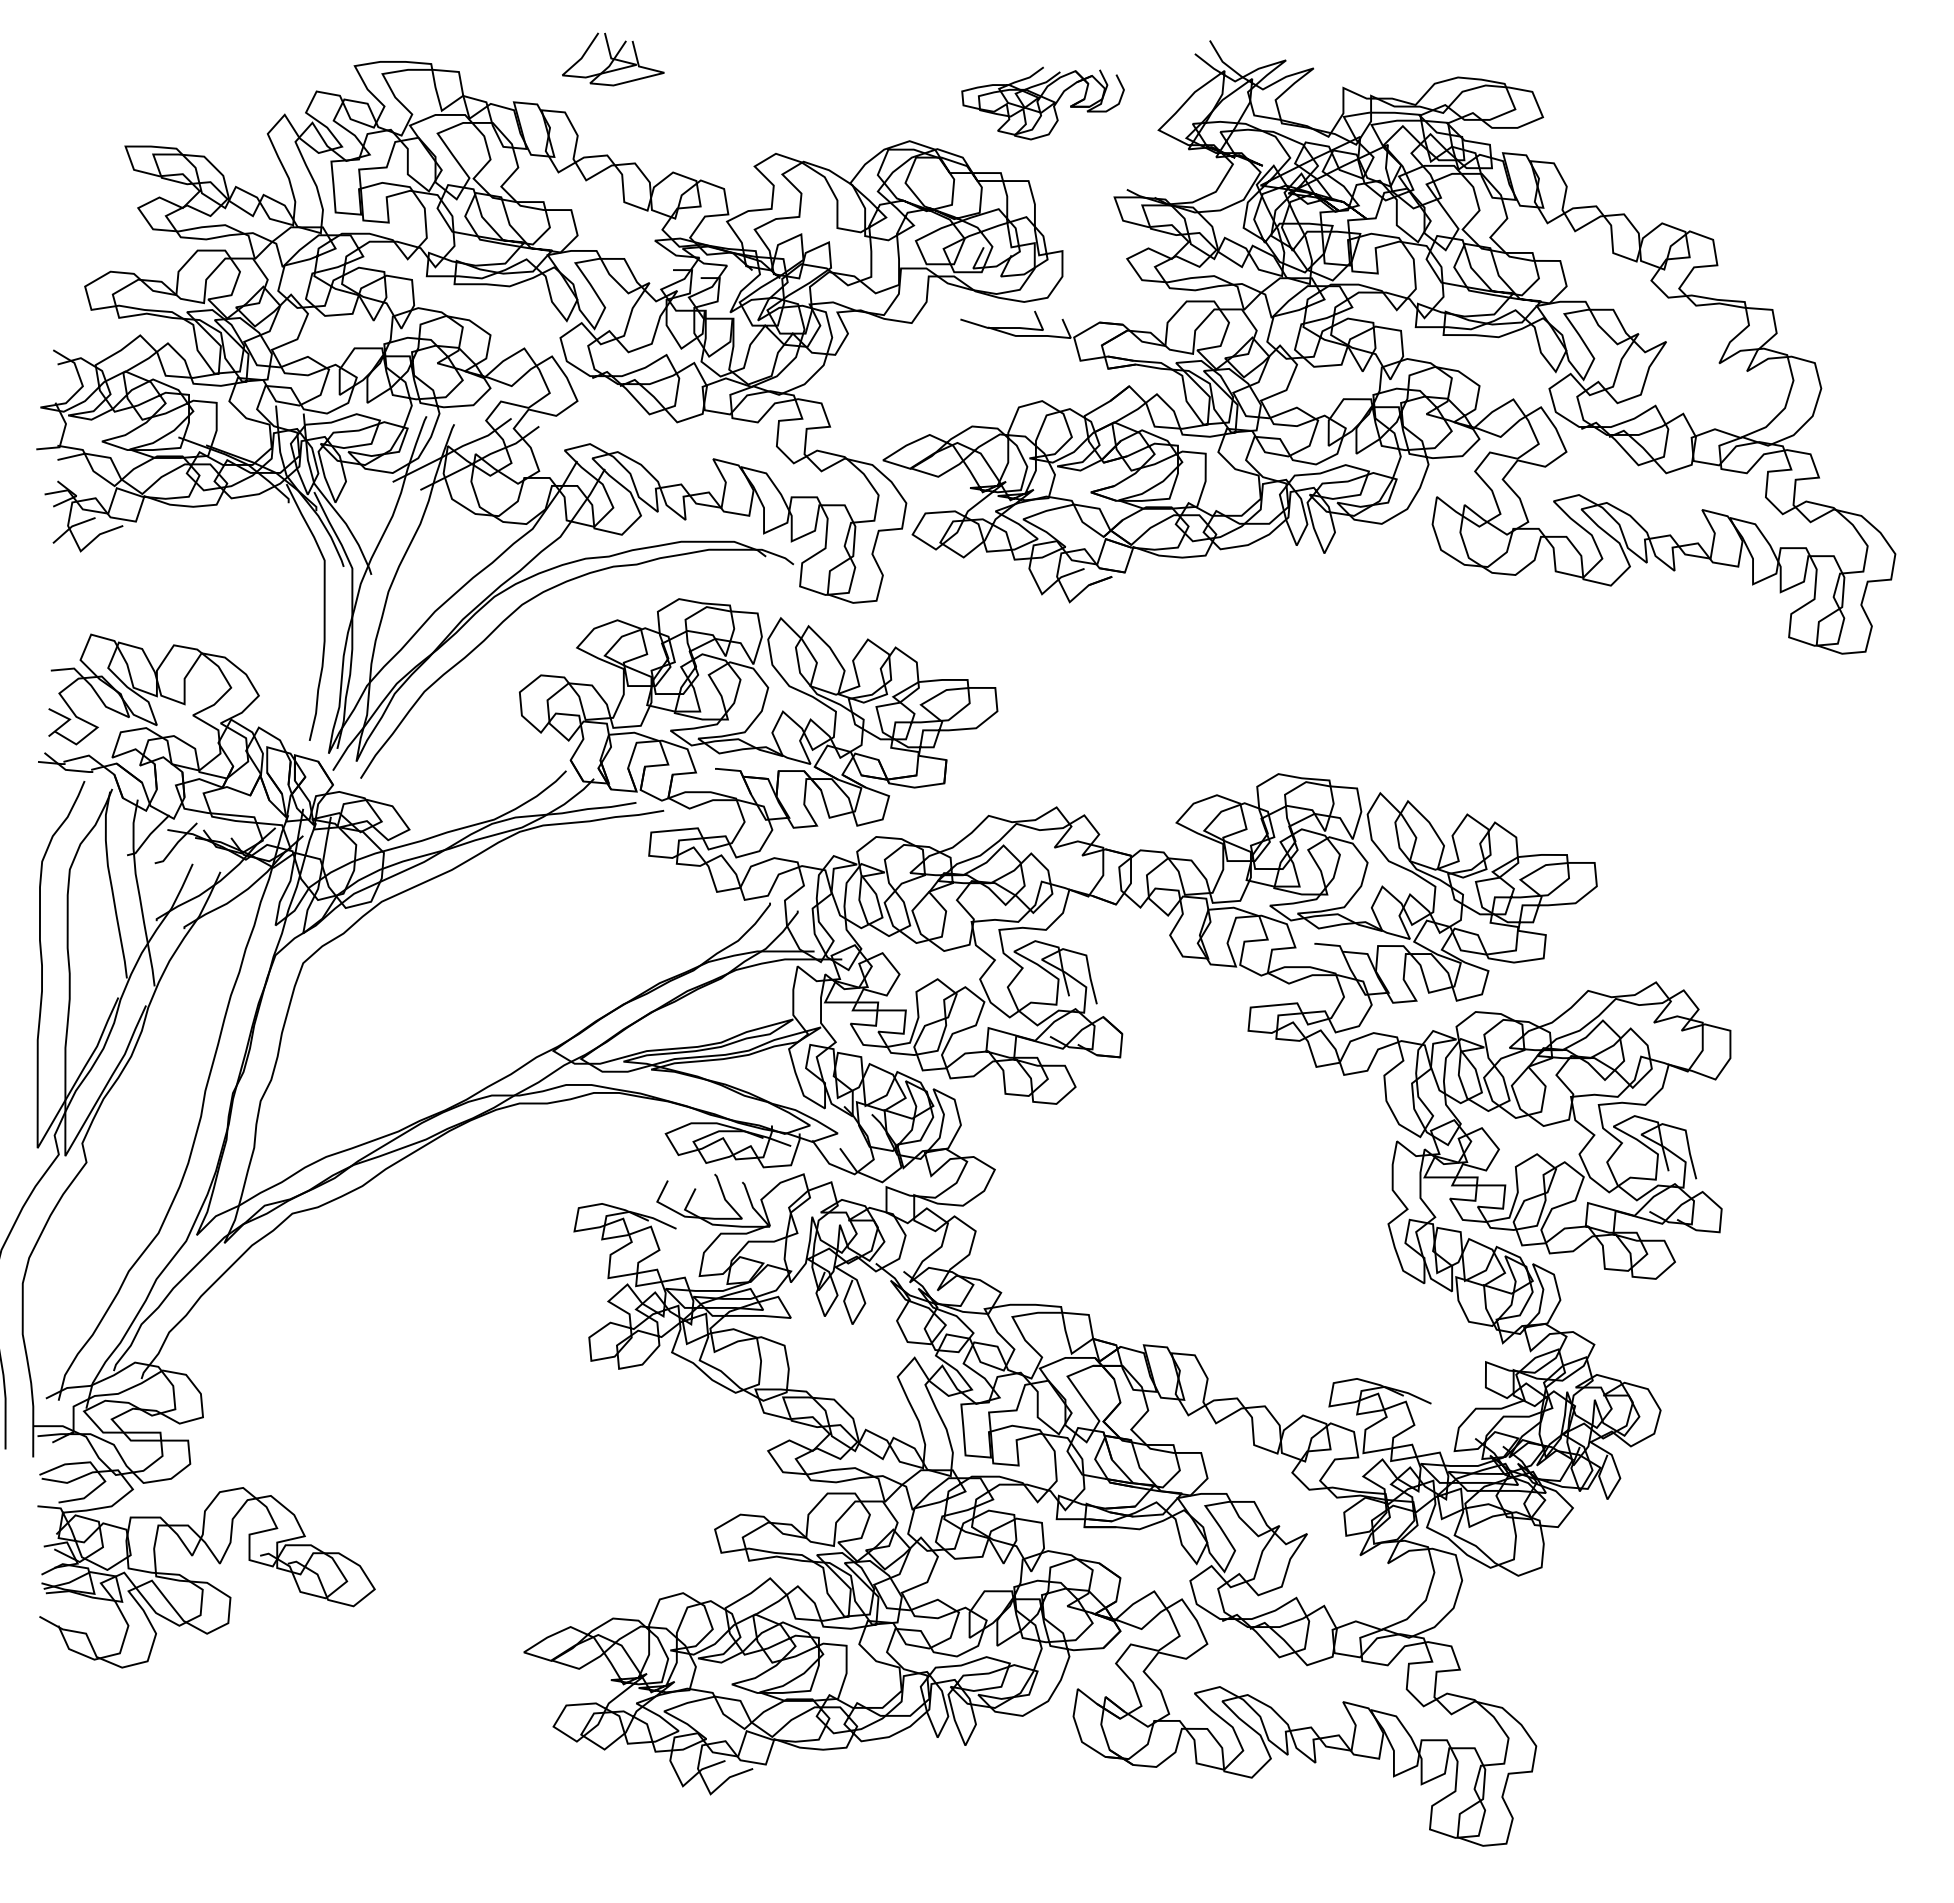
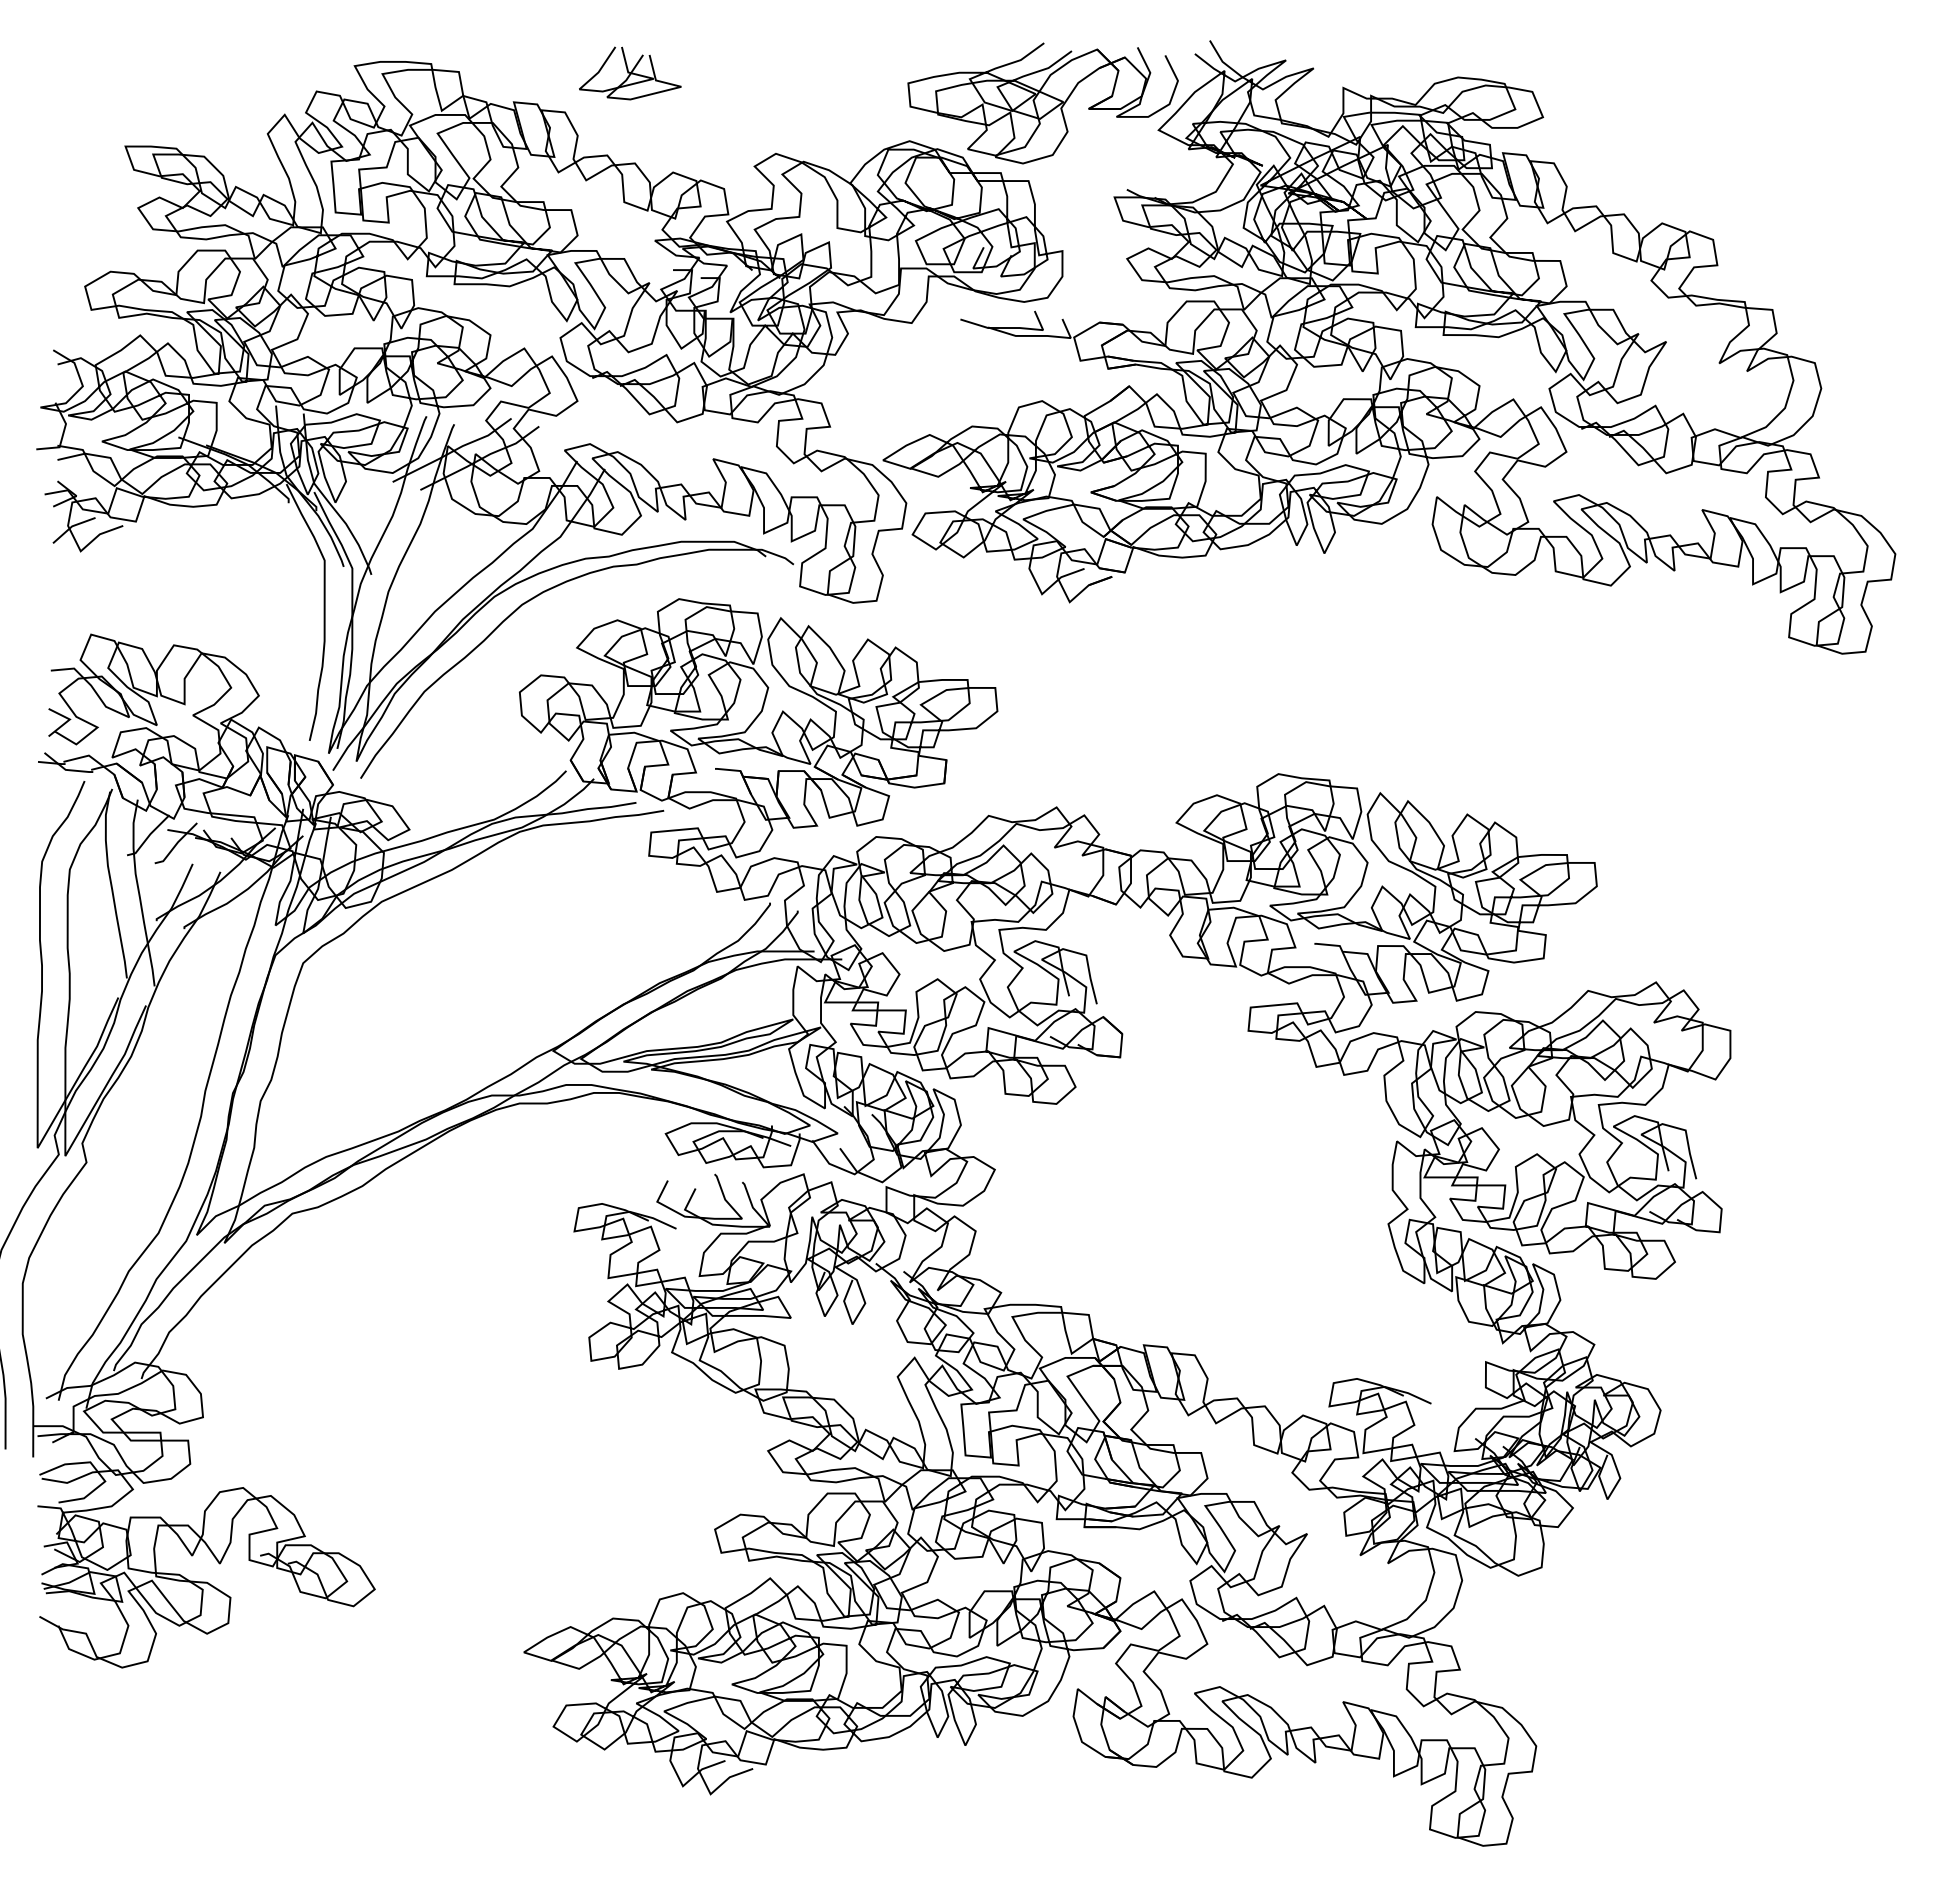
part at (613, 59) position: (613, 59) -> (630, 73)
part at (1042, 103) size: 164x75 px -> 272x123 px
